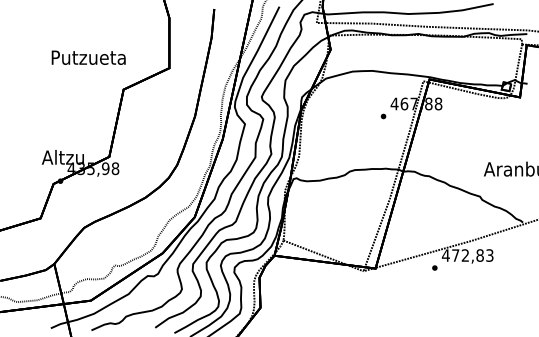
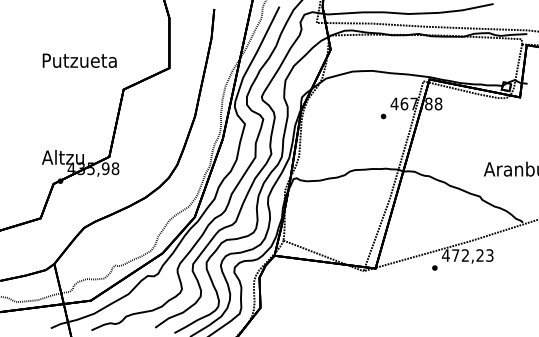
text at (88, 57) position: (88, 57) -> (79, 60)
text at (479, 255): 472,83 -> 472,23
